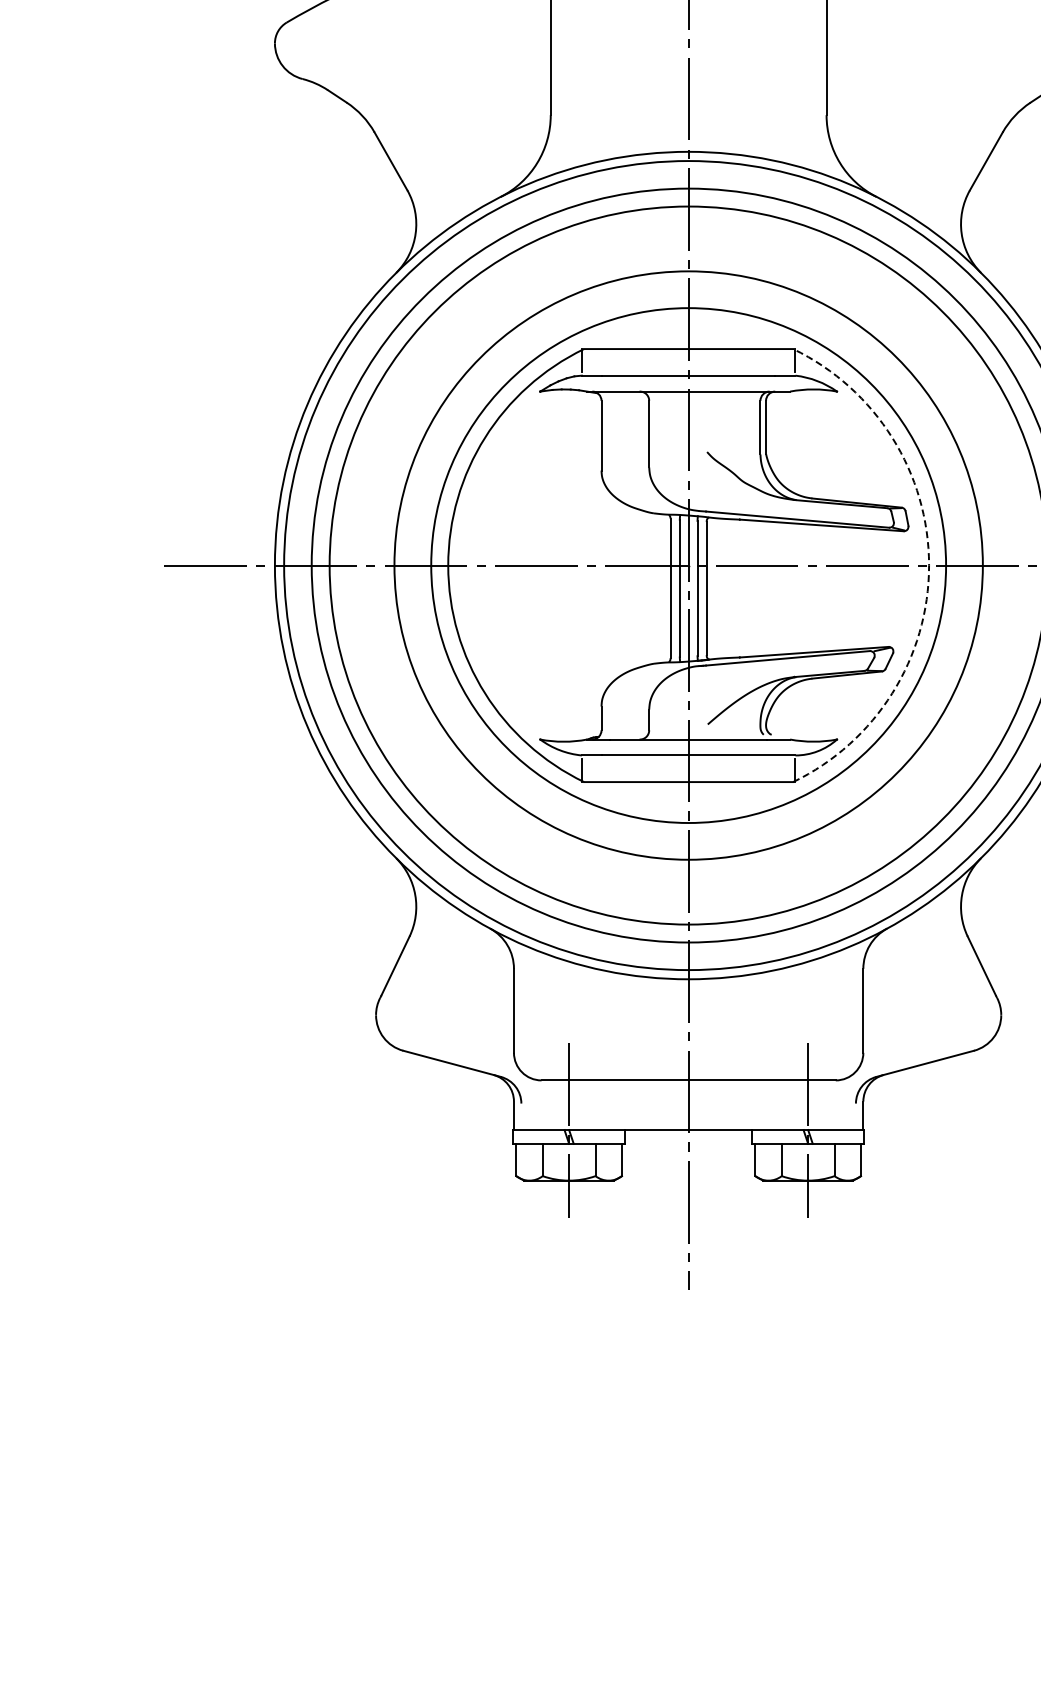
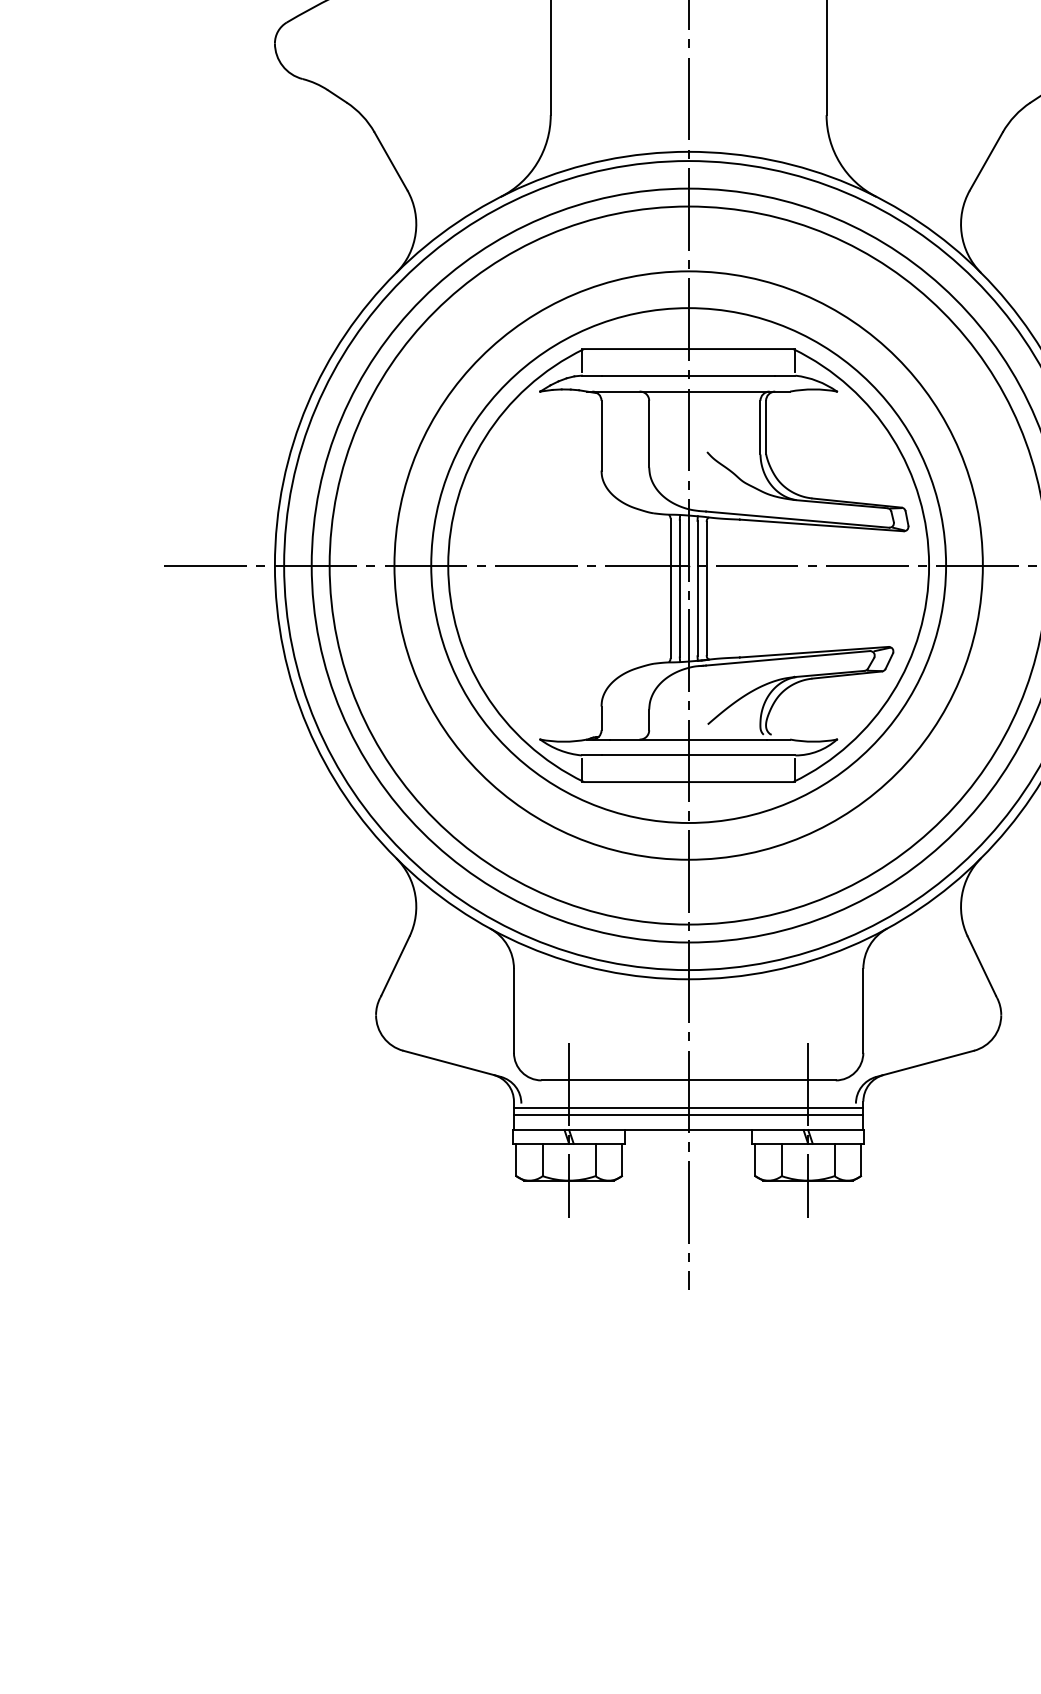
arc at (929, 565): dashed -> solid
line at (688, 1108): none -> present
line at (688, 1115): none -> present
